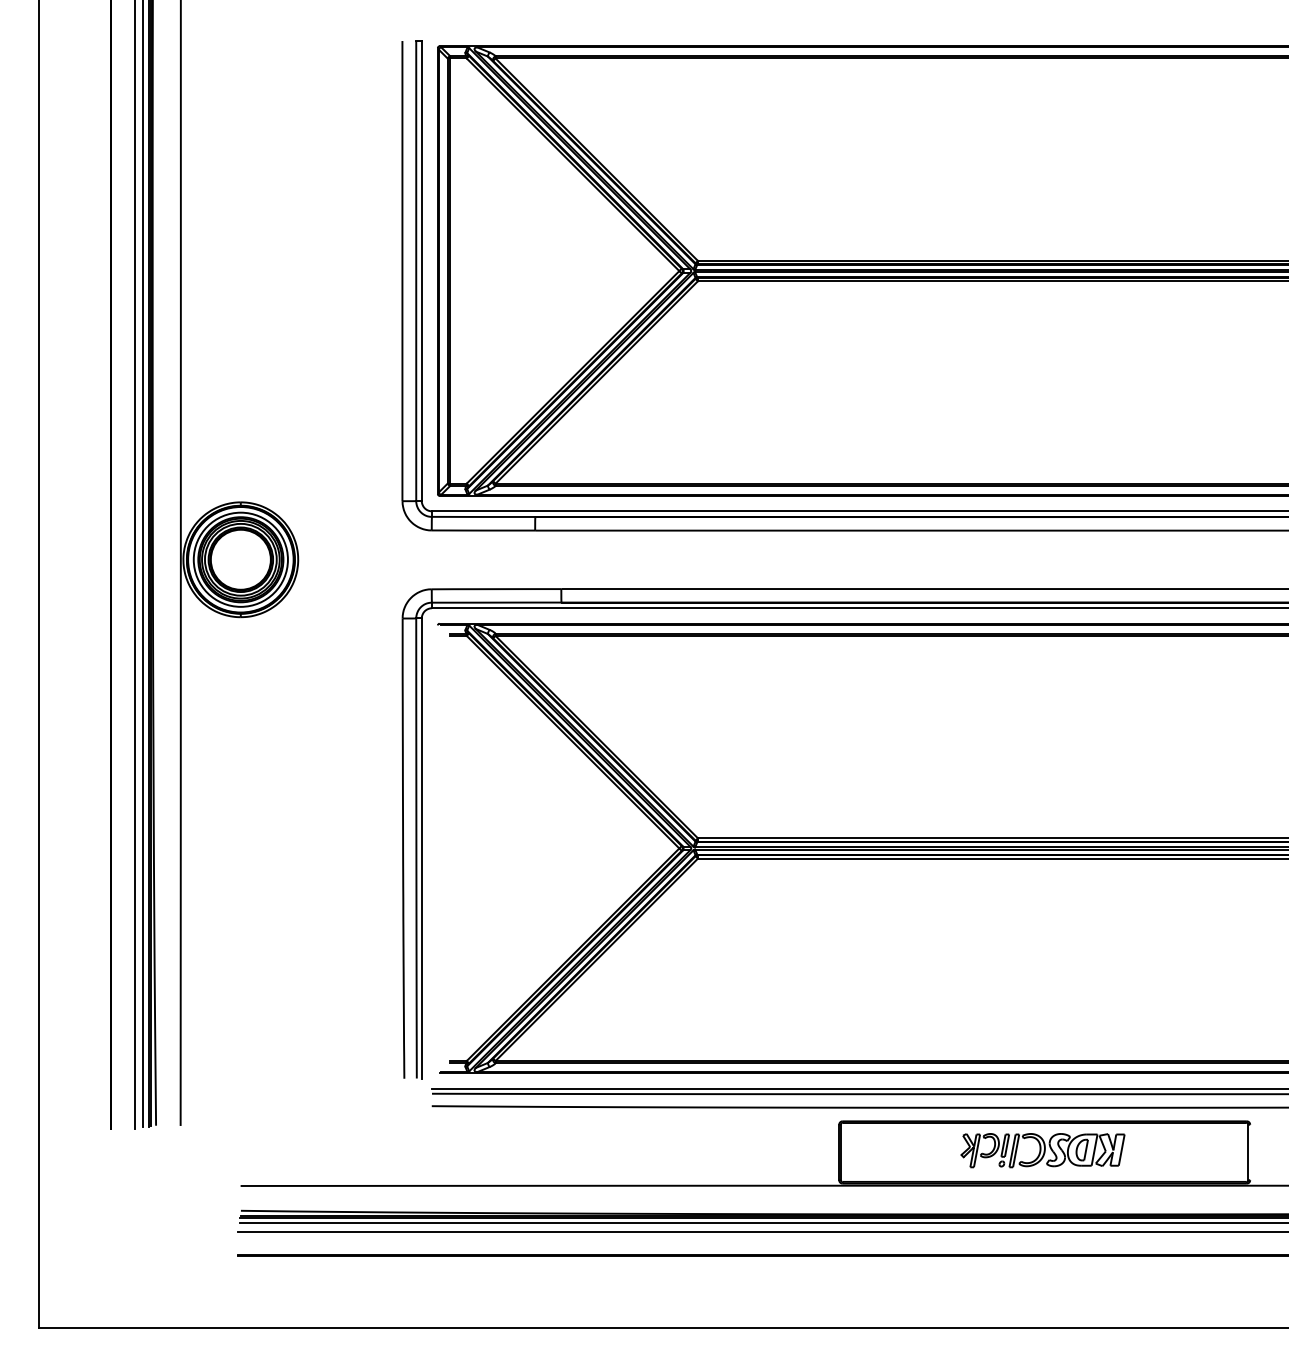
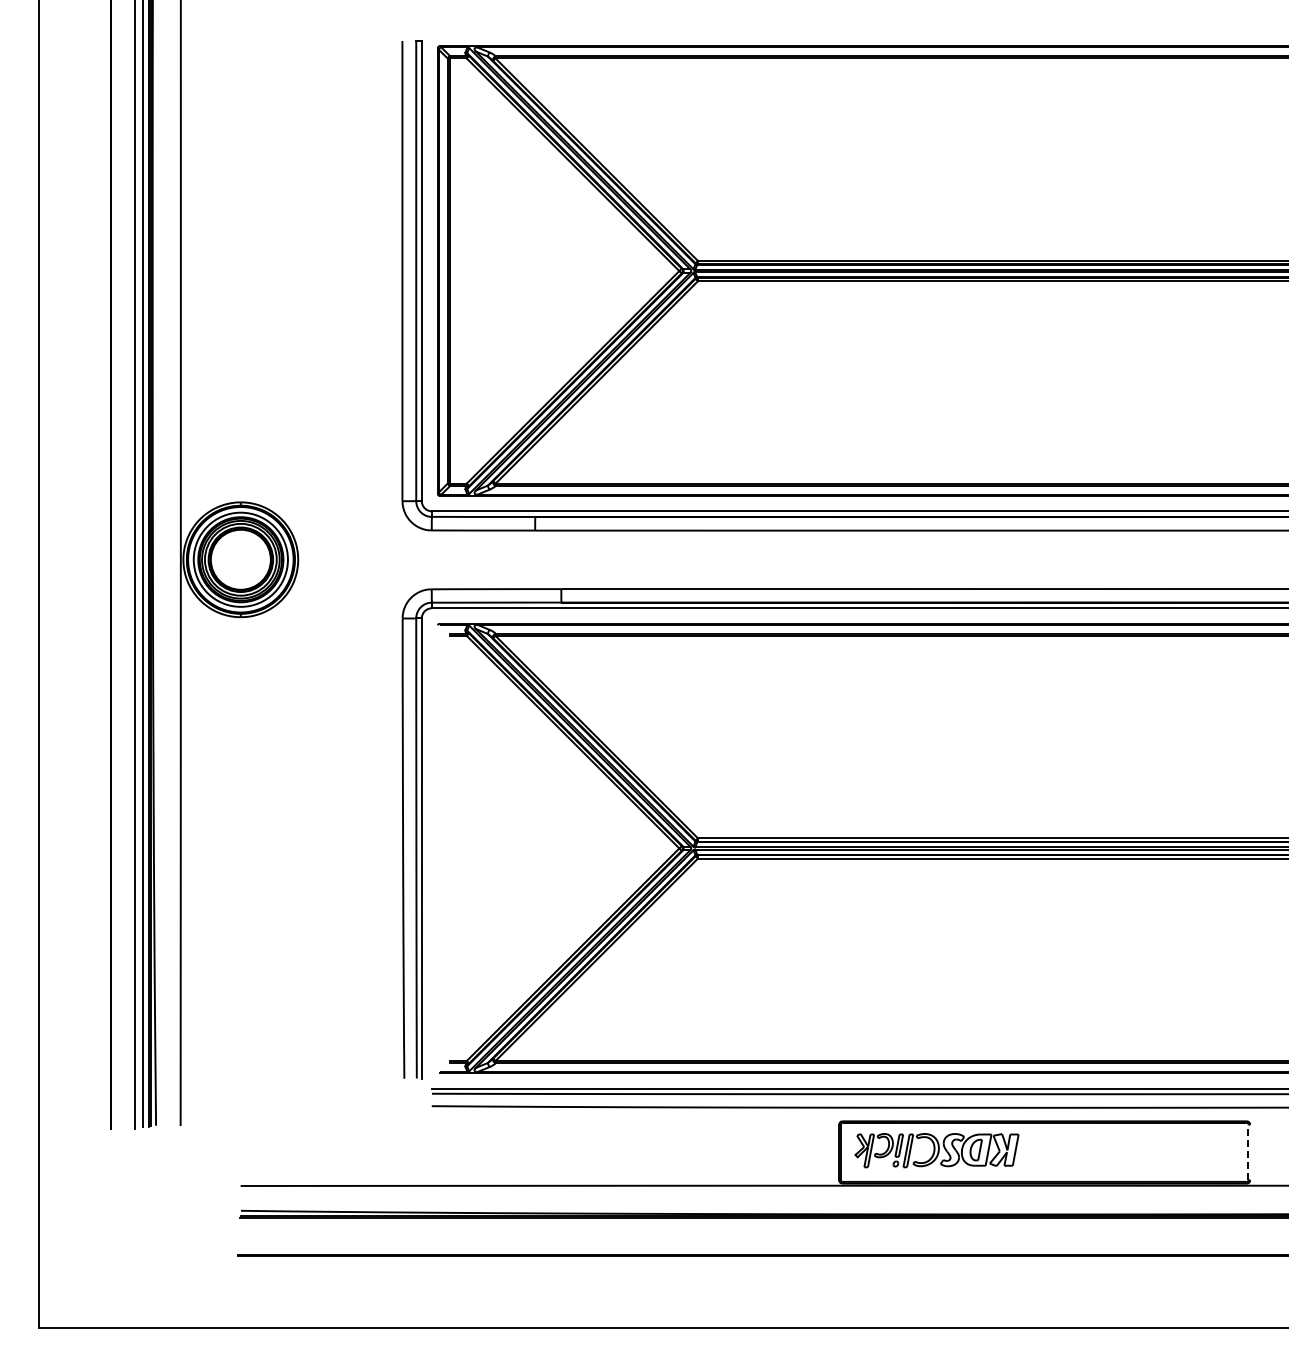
part at (1042, 1150) position: (1042, 1150) -> (936, 1150)
line at (1248, 1152): solid -> dashed
line at (762, 1223): present -> none
line at (761, 1232): present -> none
